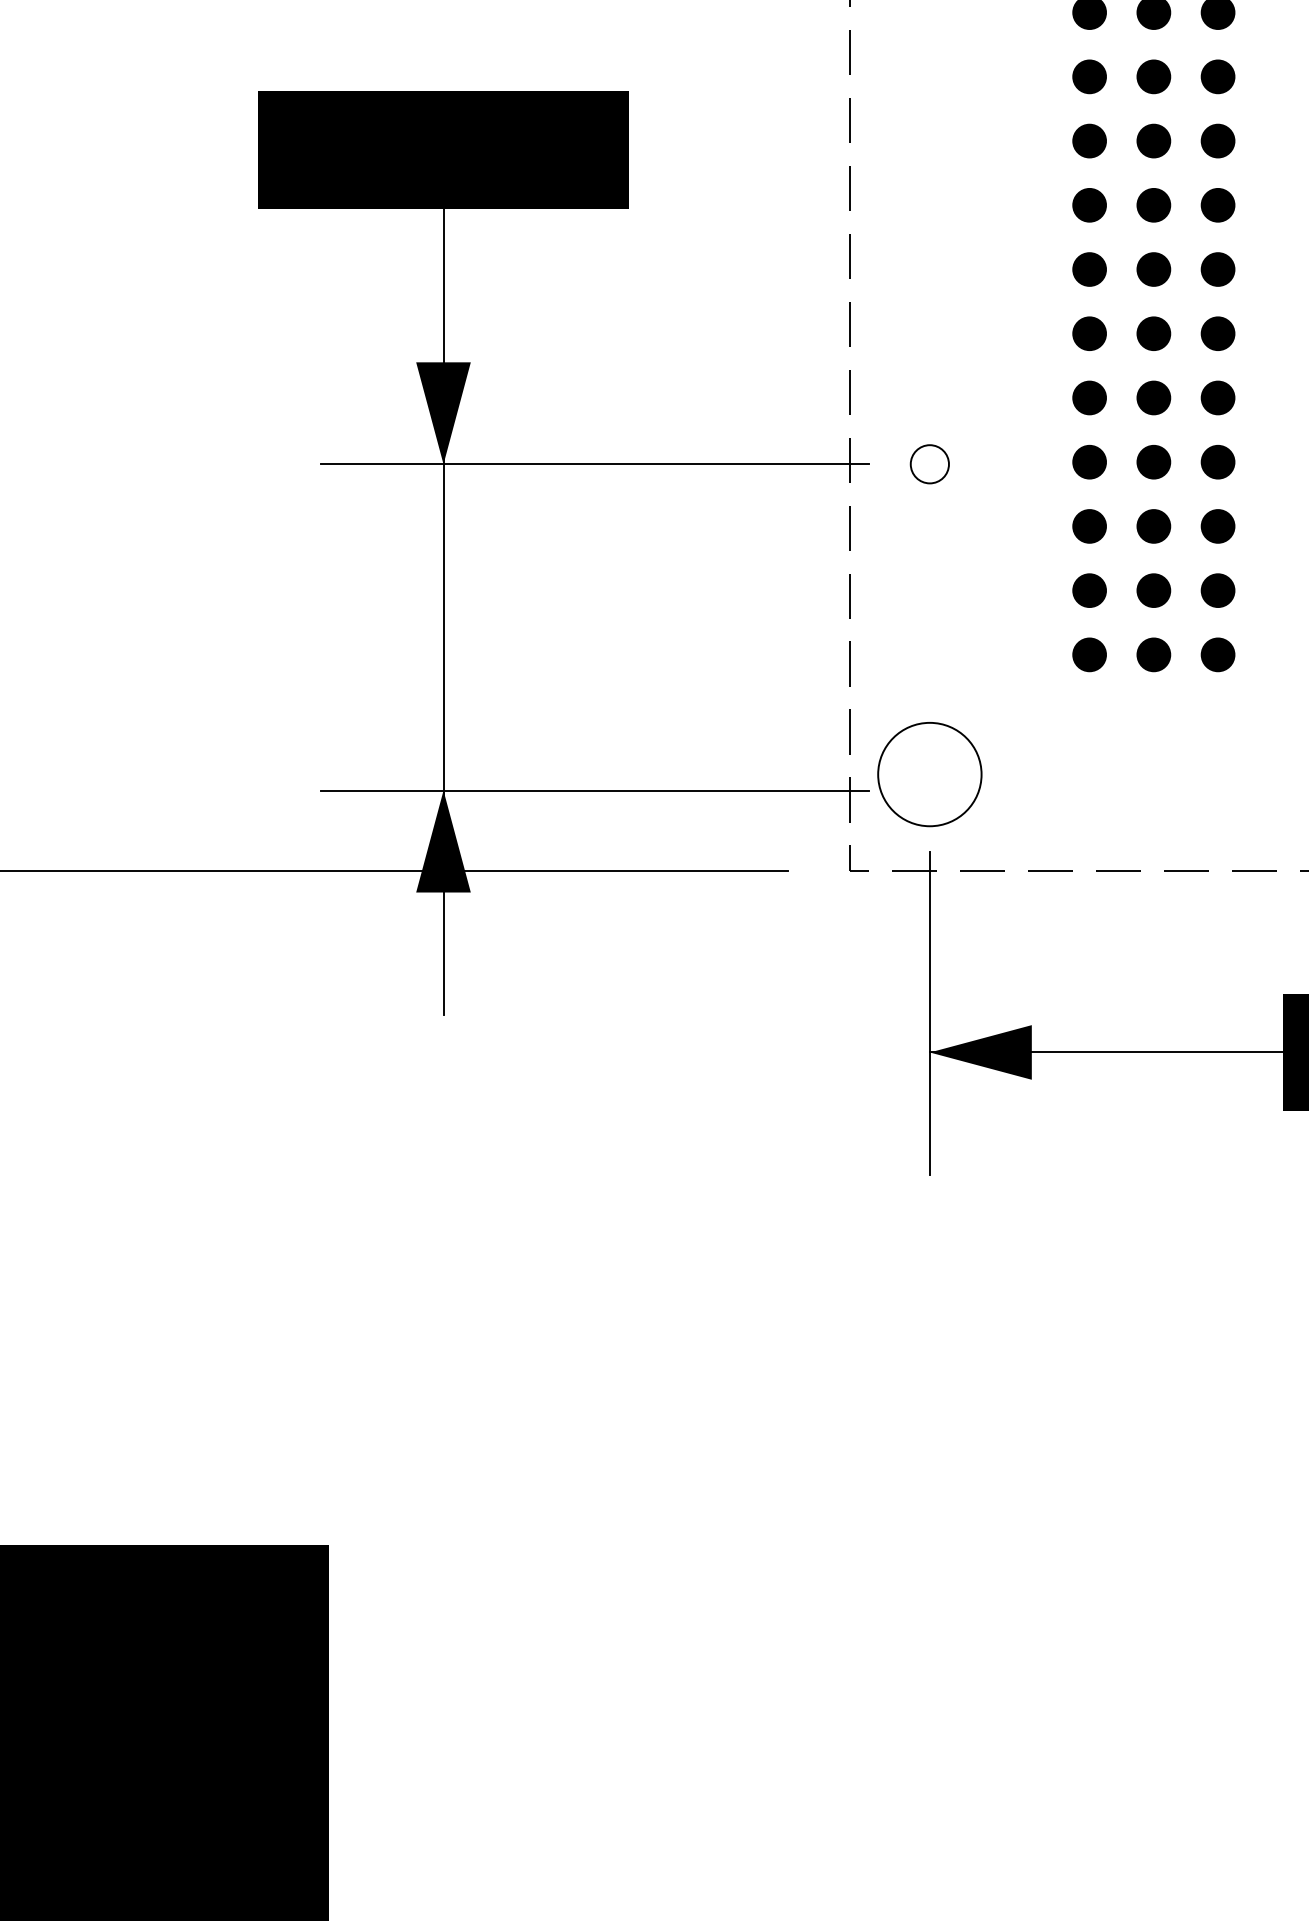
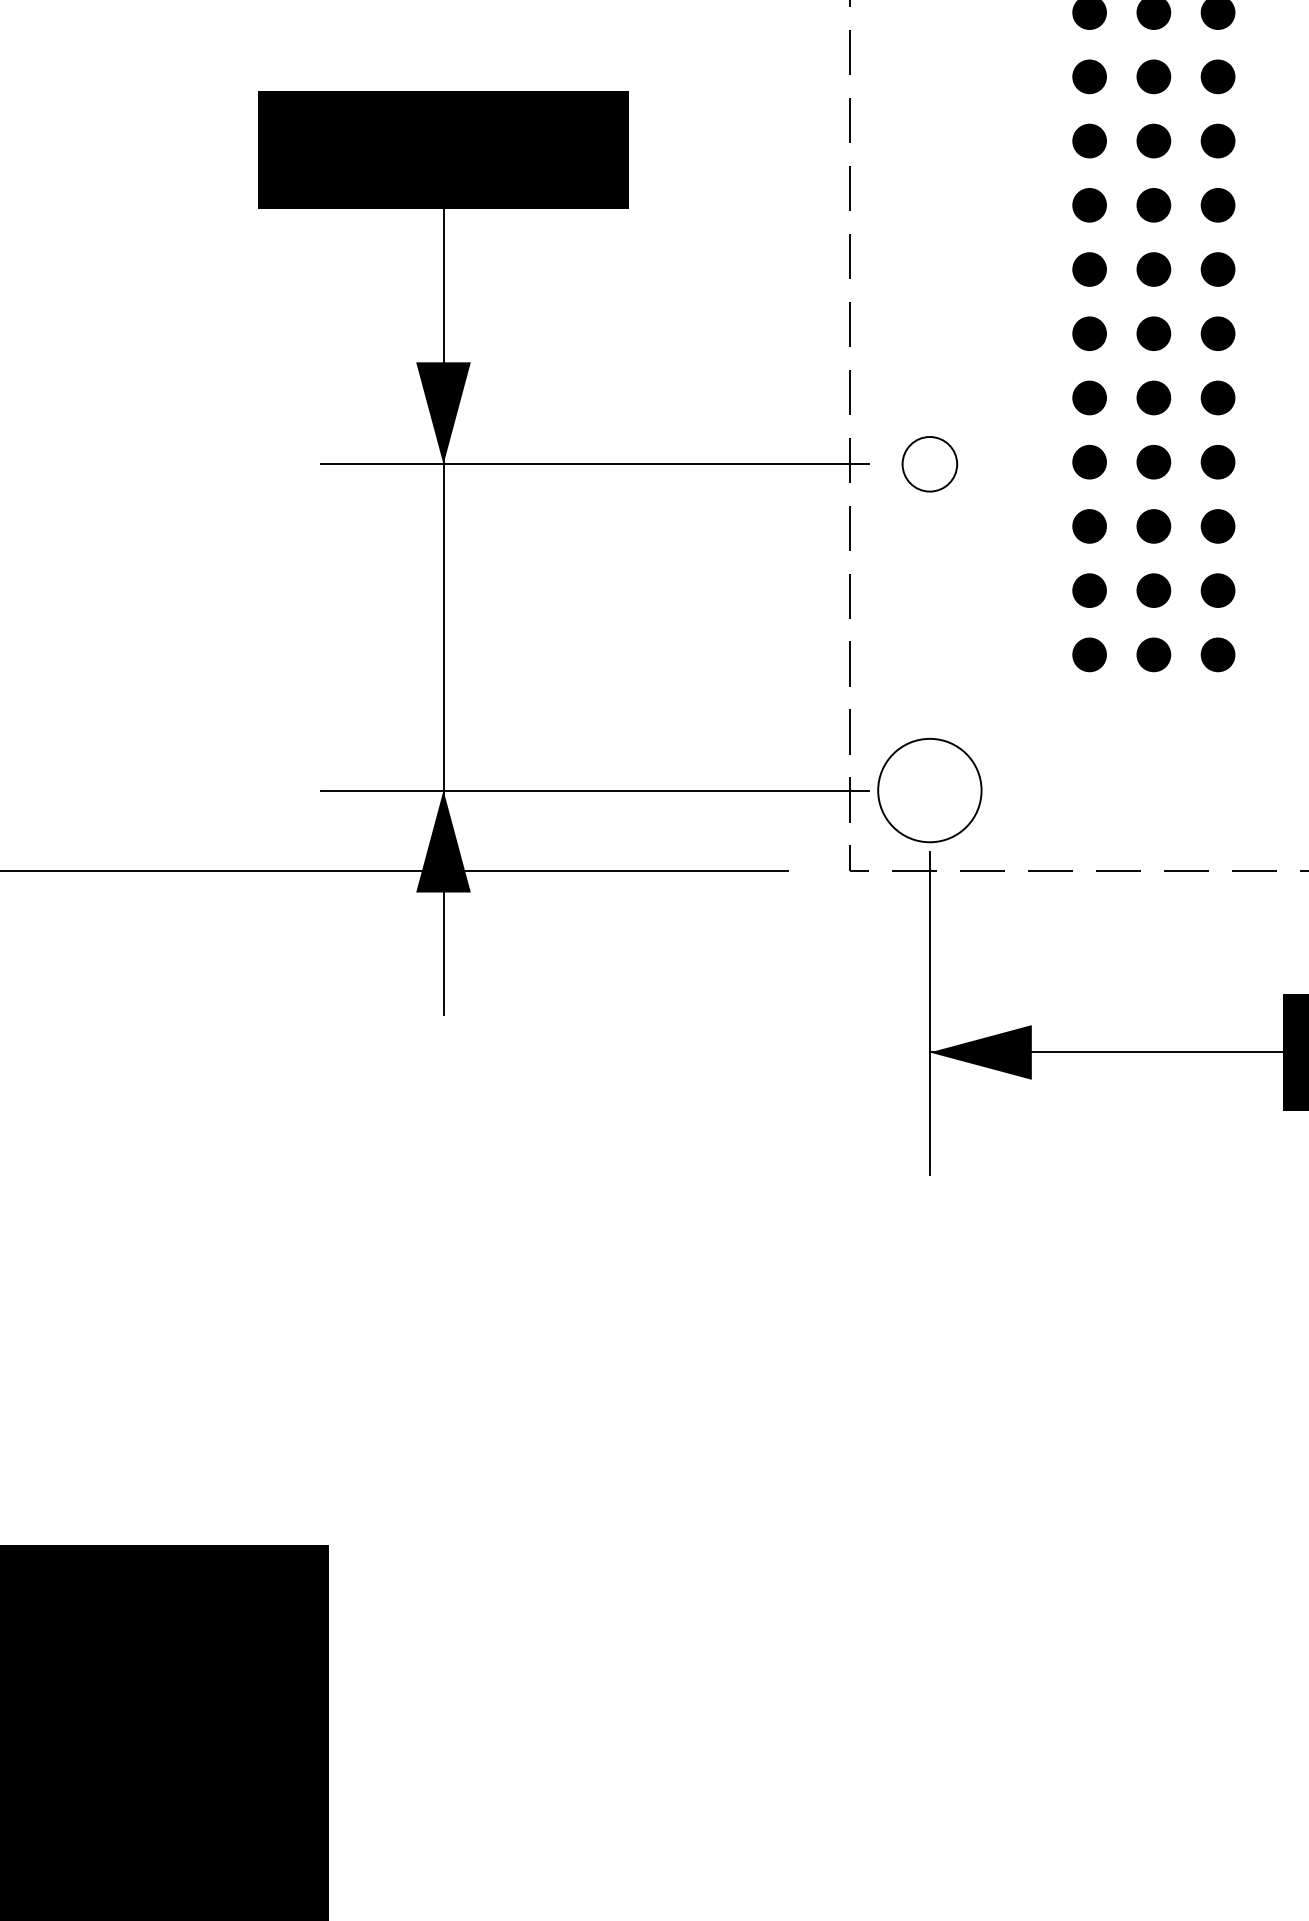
circle at (929, 464) diameter: 38 px -> 55 px
circle at (929, 774) position: (929, 774) -> (929, 790)
